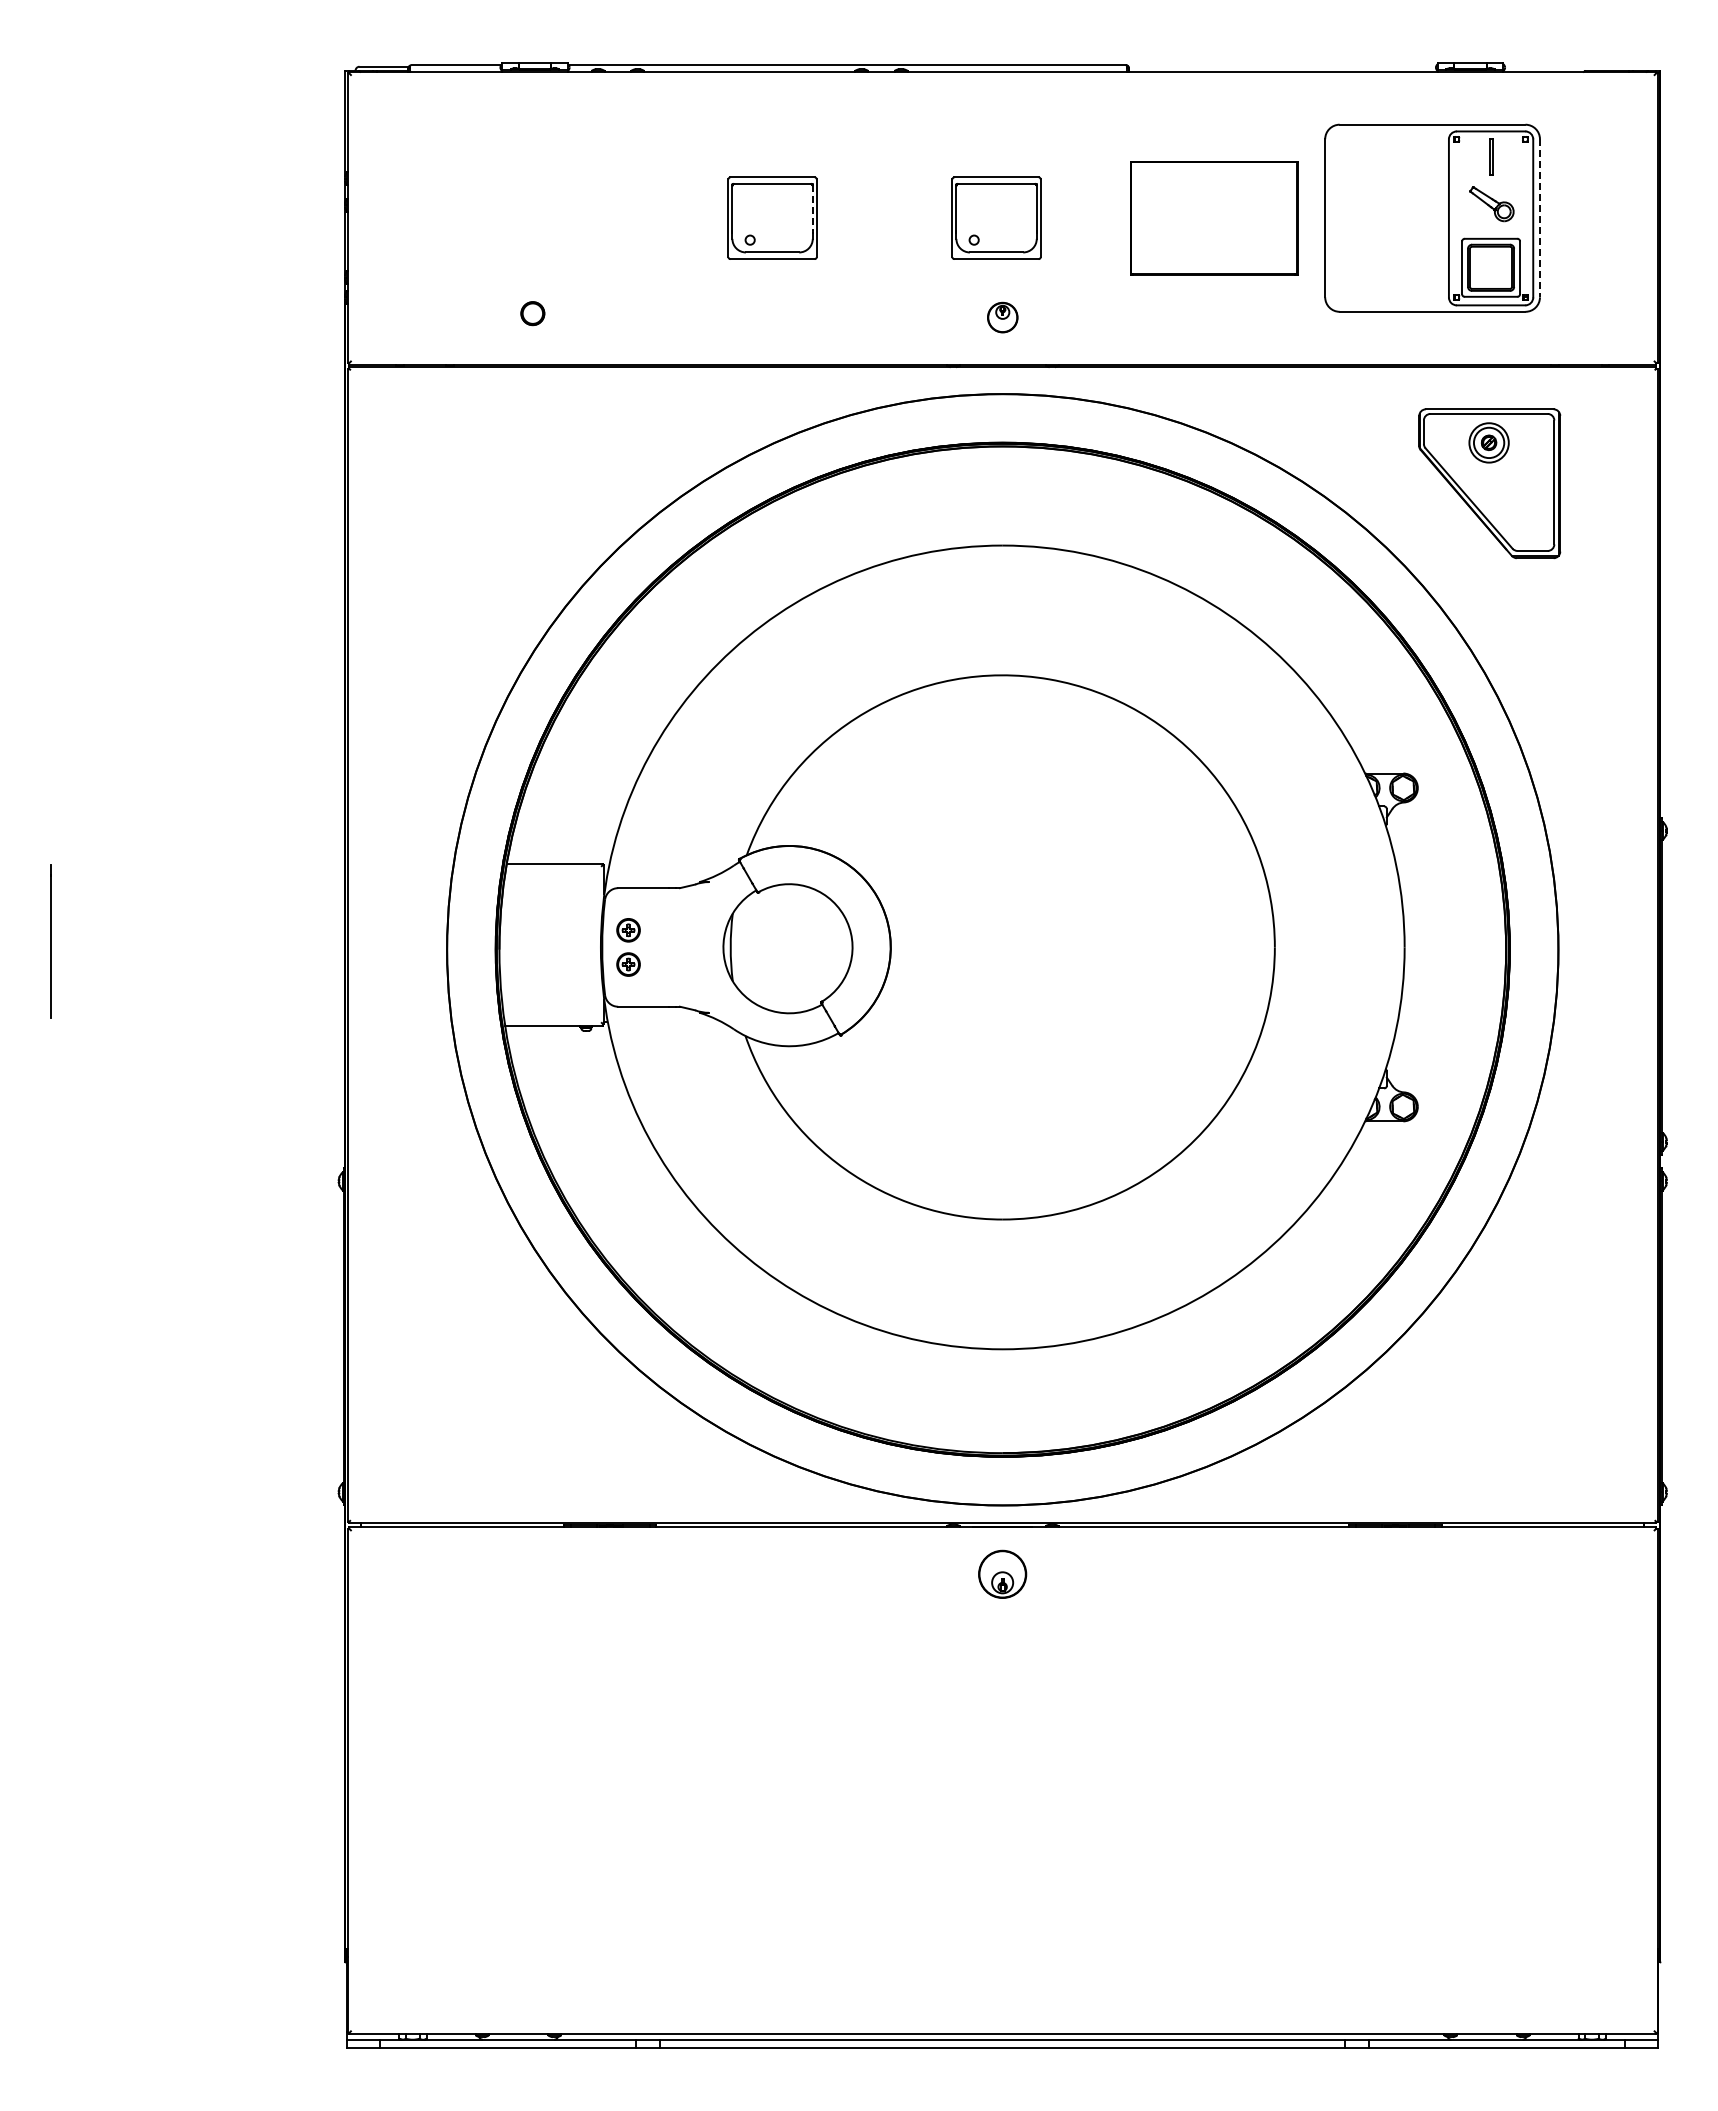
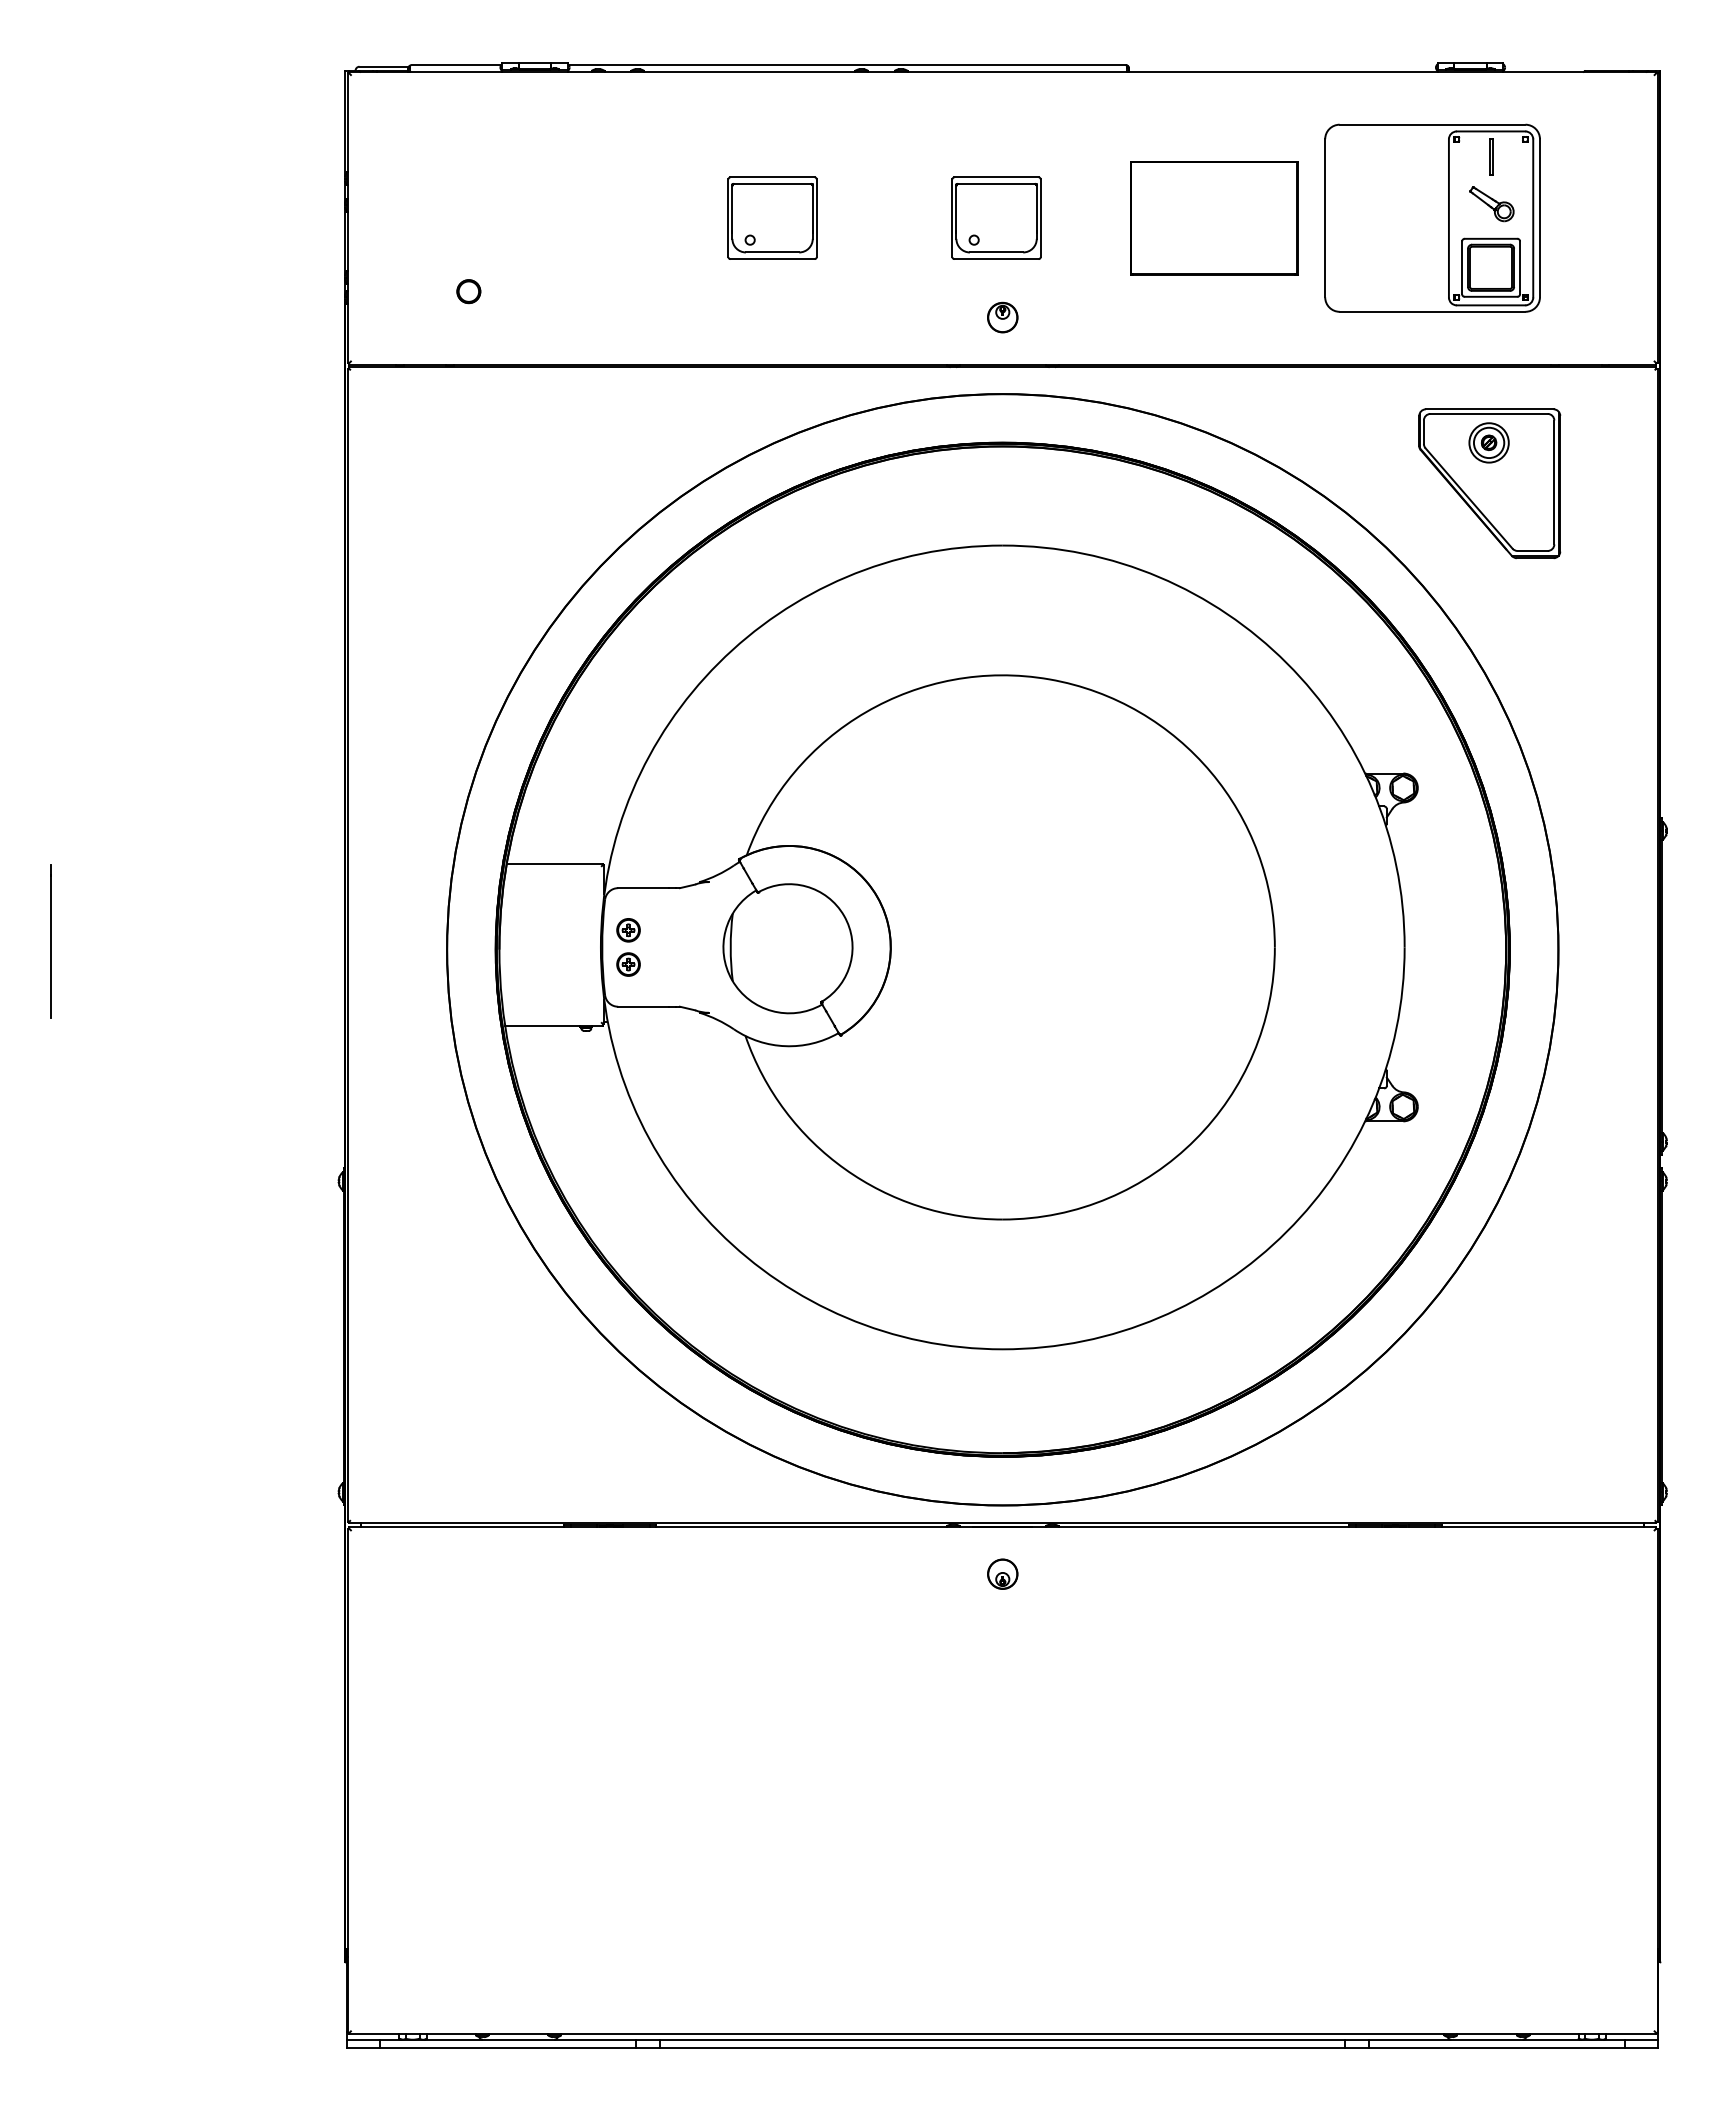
line at (812, 208): dashed -> solid
line at (1539, 218): dashed -> solid
part at (532, 313) position: (532, 313) -> (468, 291)
part at (1002, 1573) size: 50x50 px -> 32x32 px
